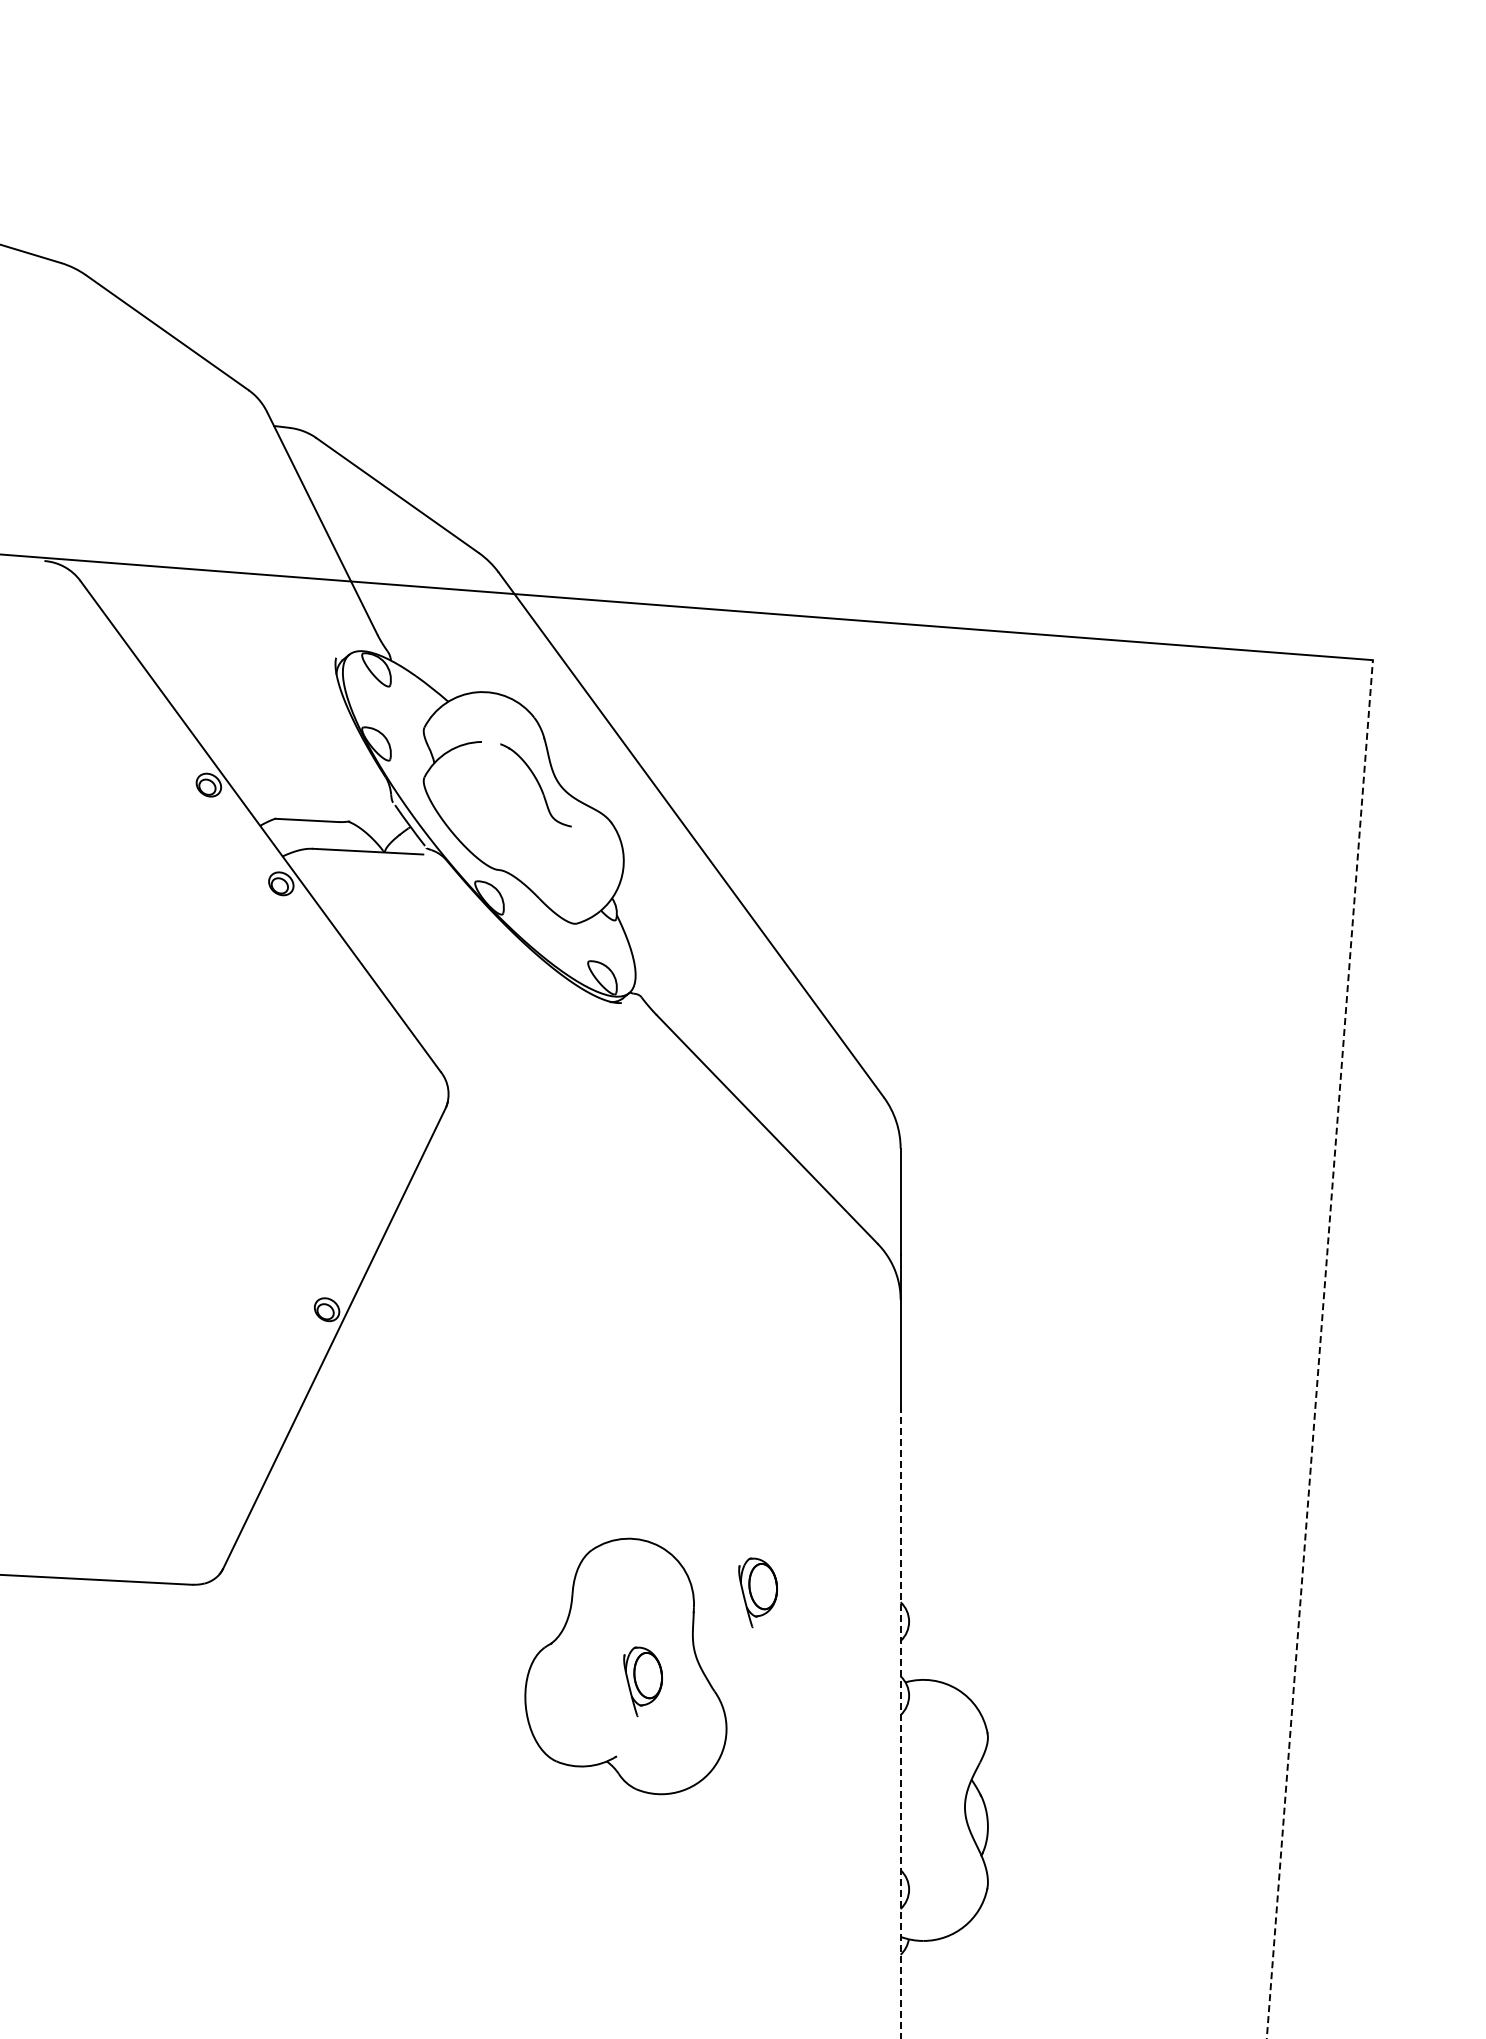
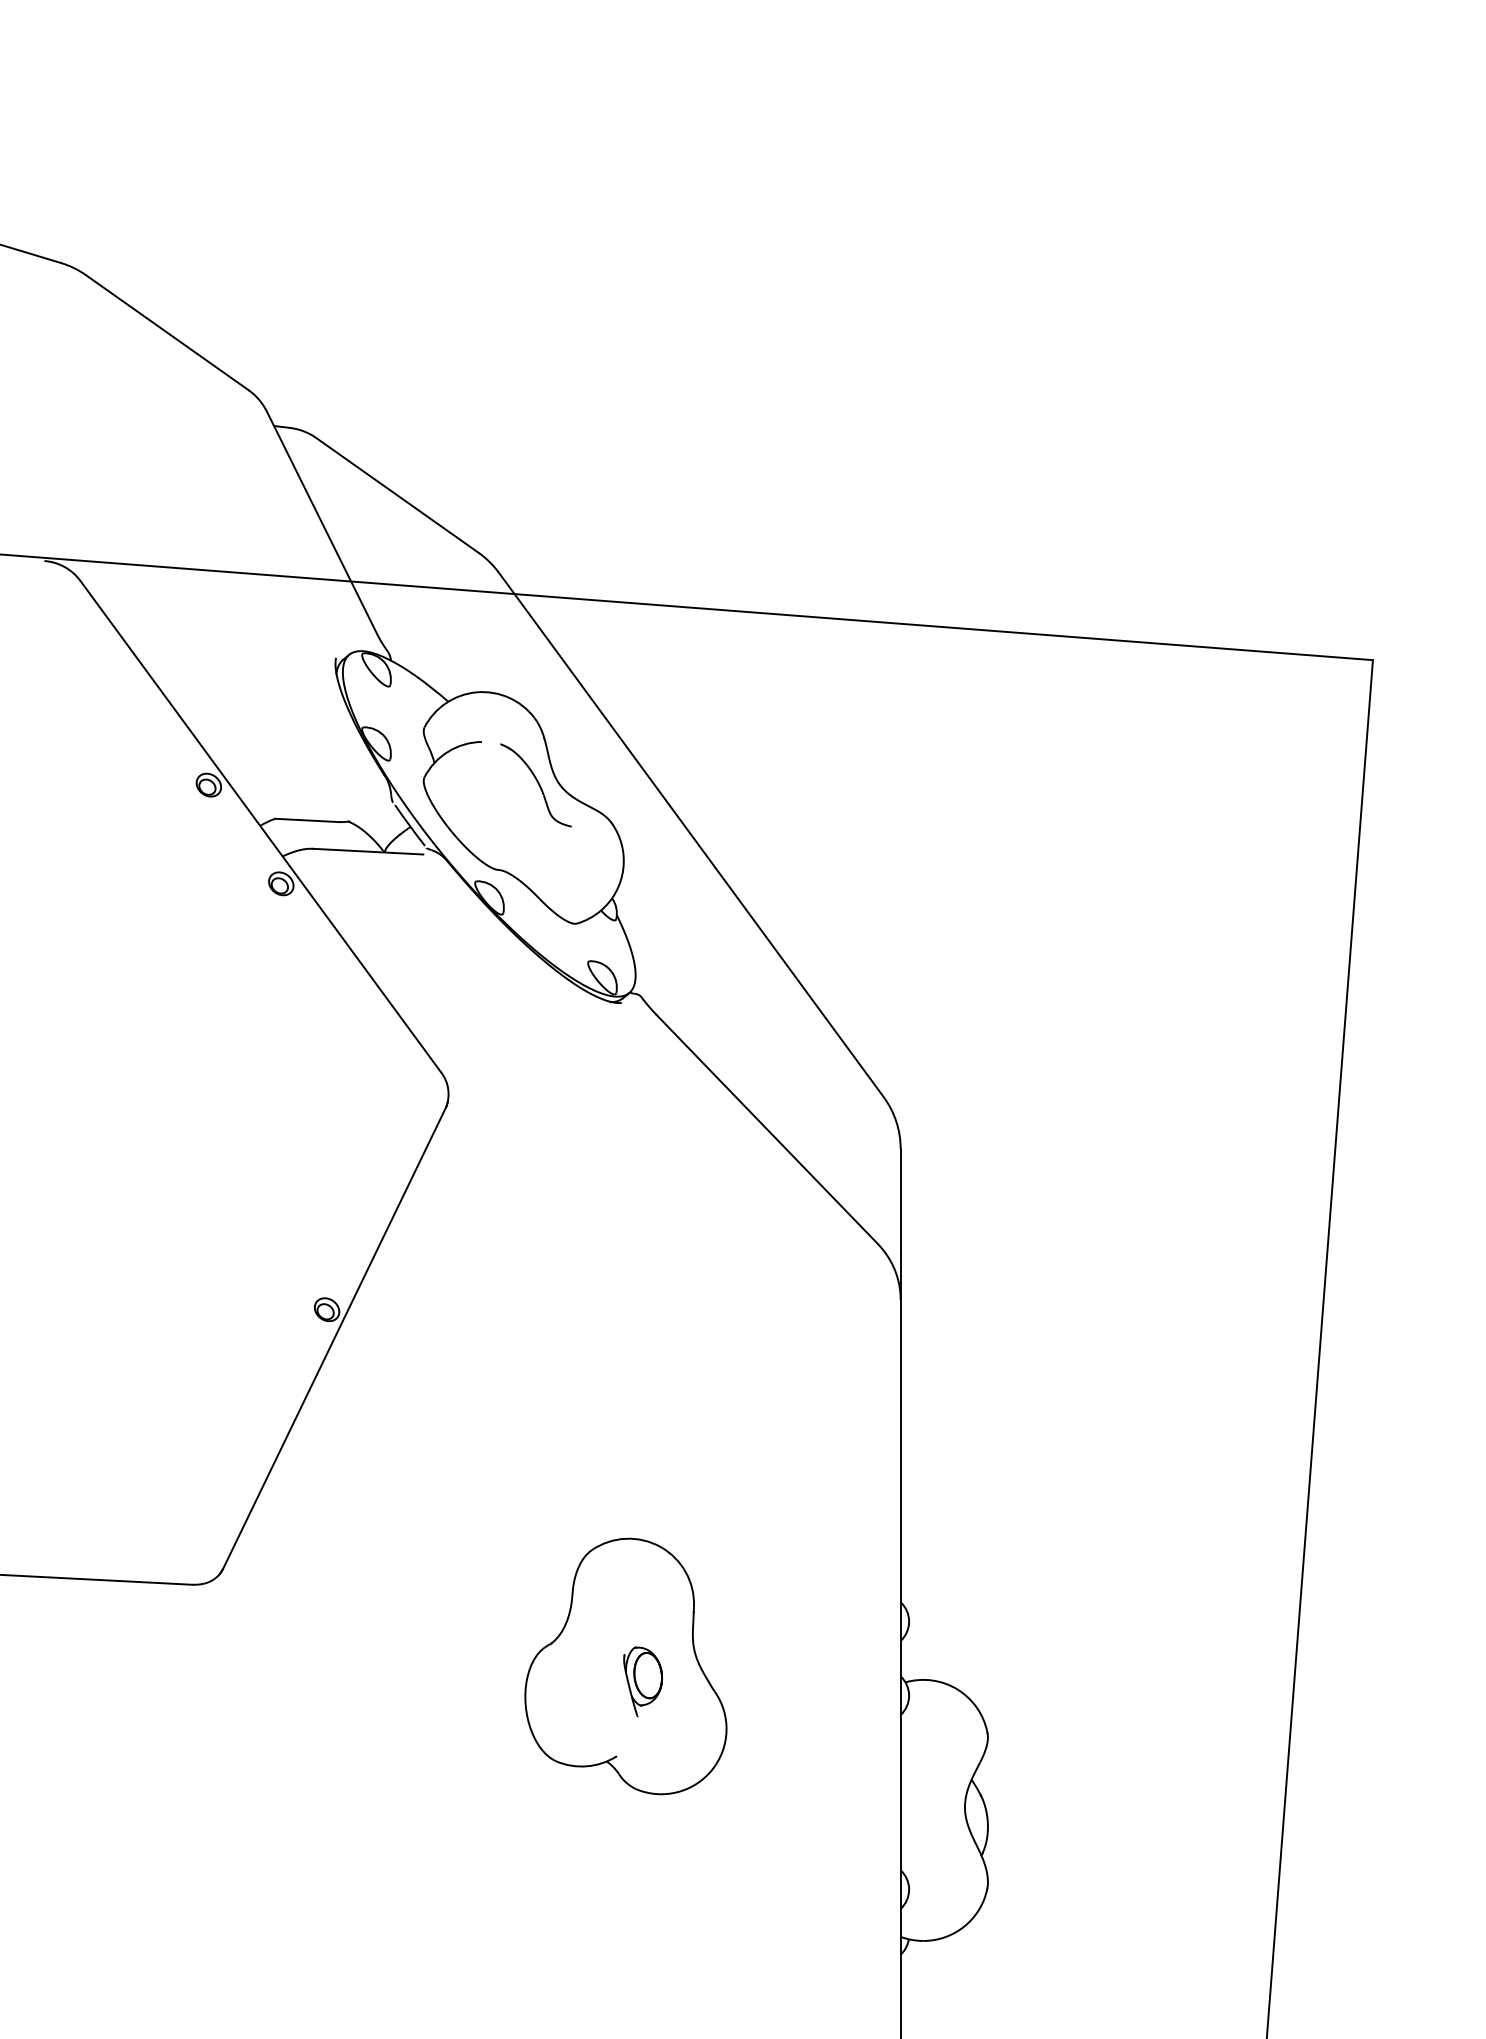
line at (1319, 1349): dashed -> solid
part at (757, 1592): present -> none
line at (900, 1723): dashed -> solid
